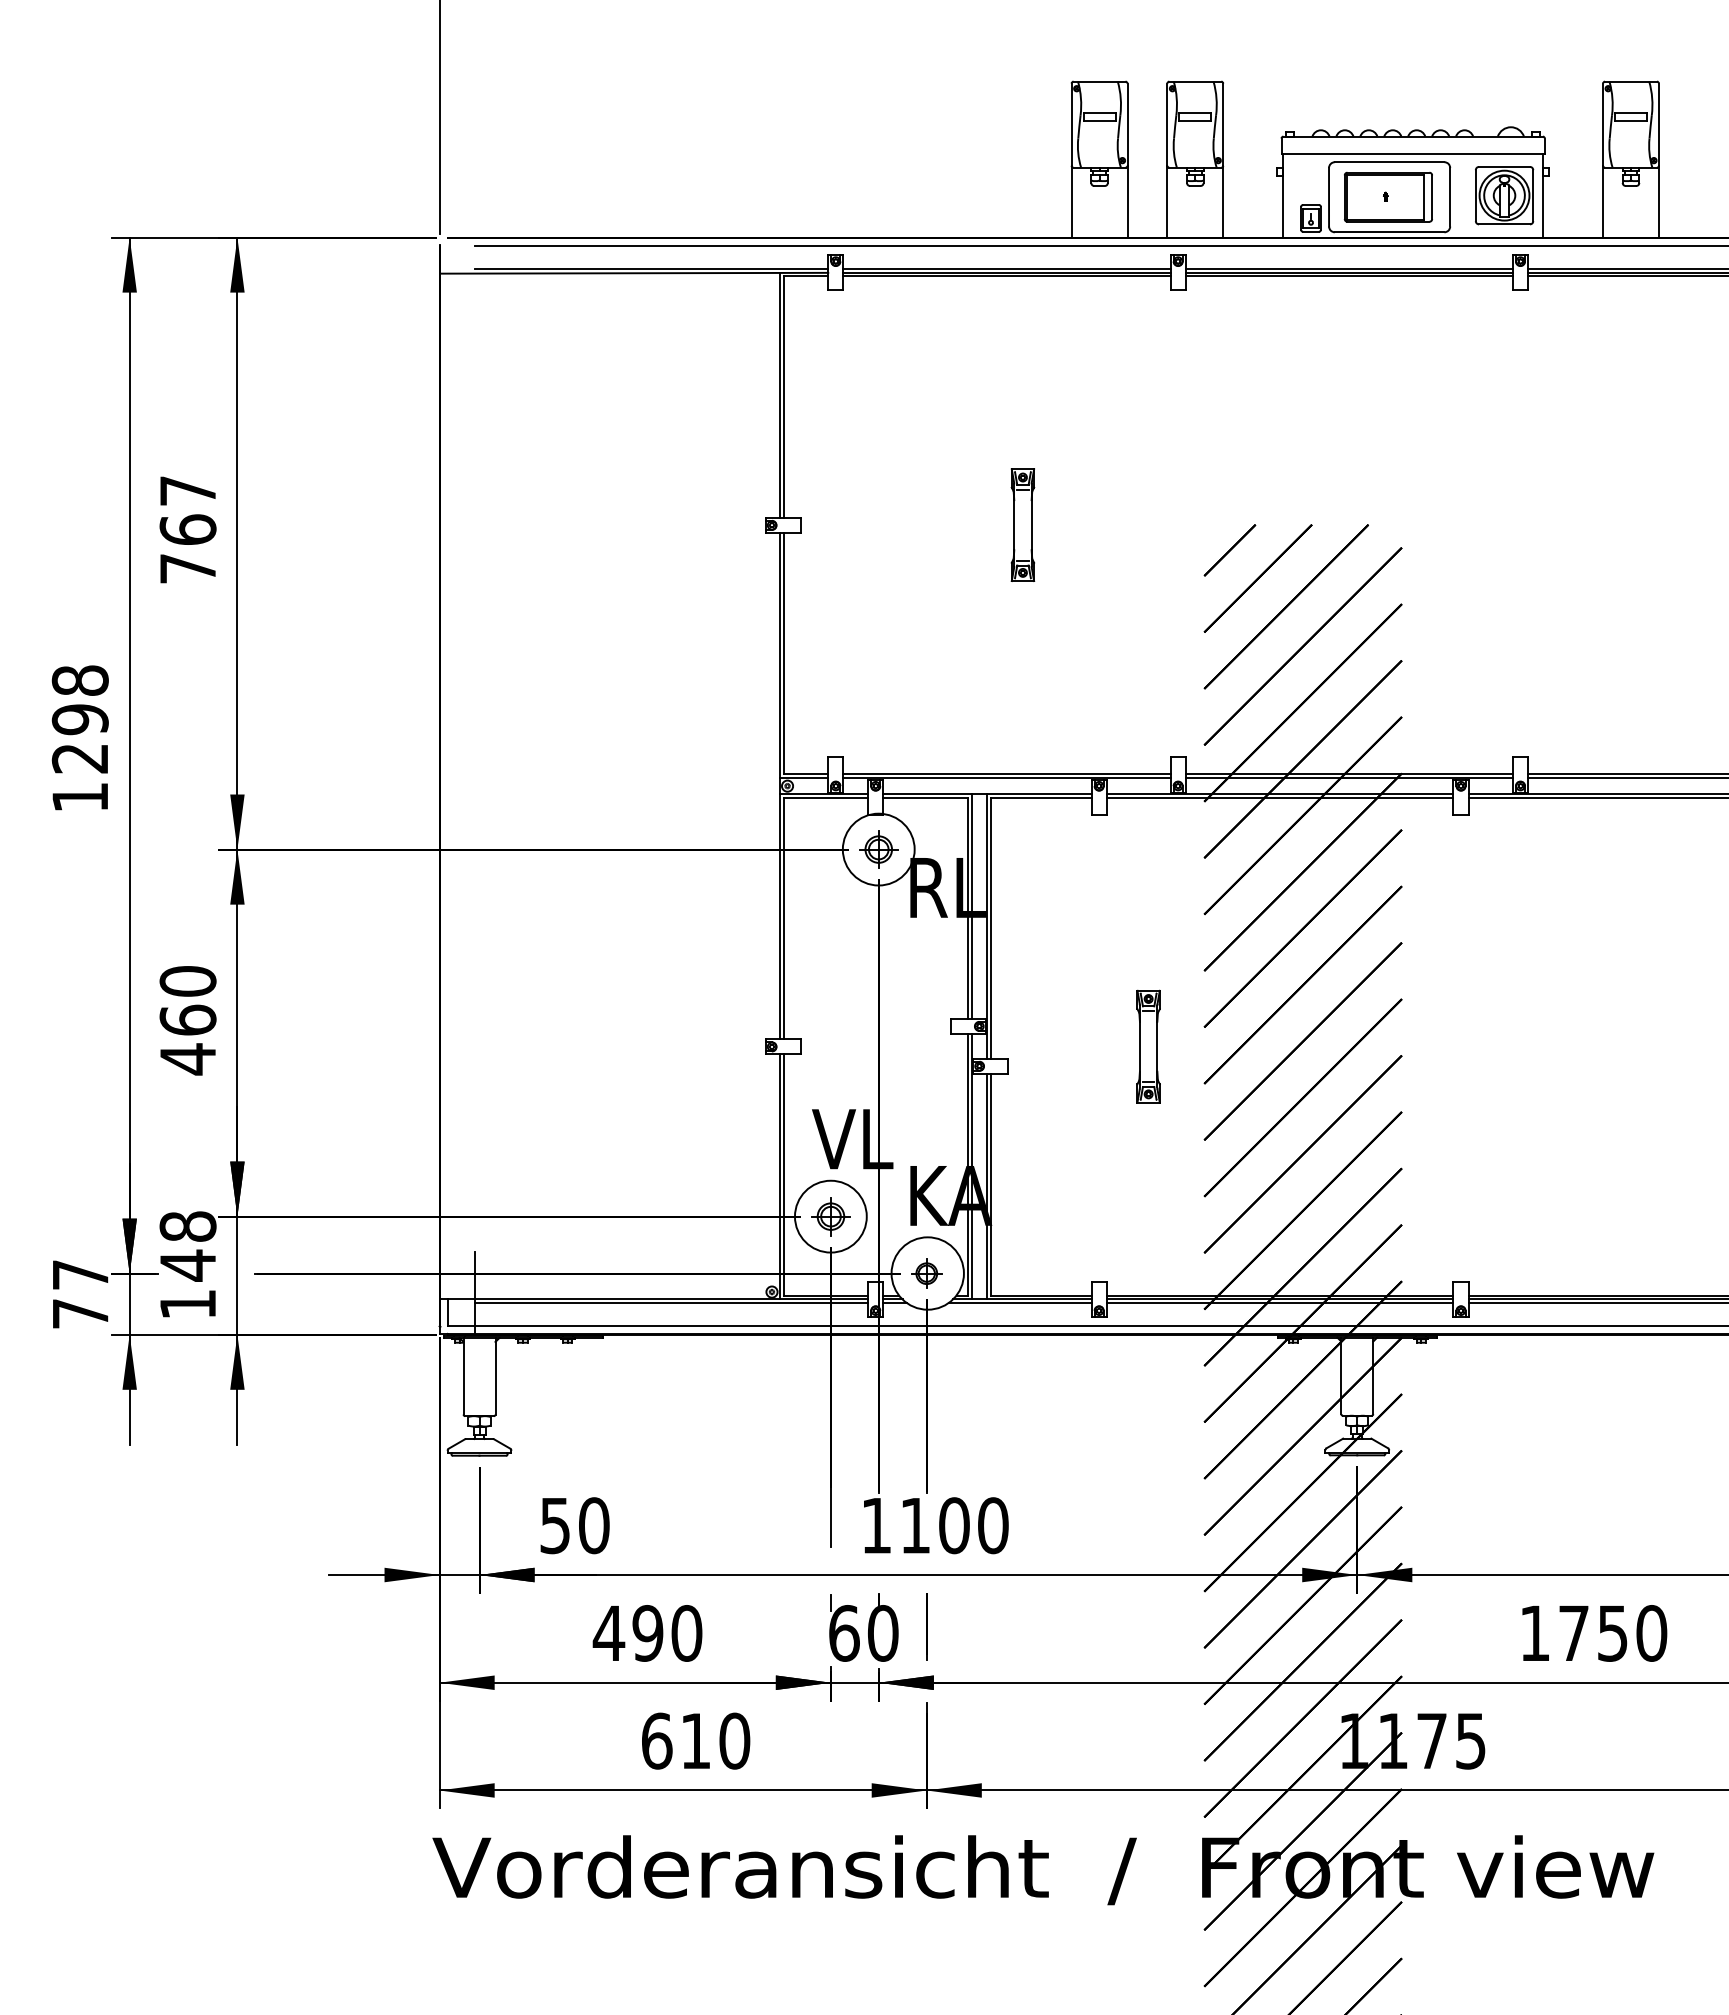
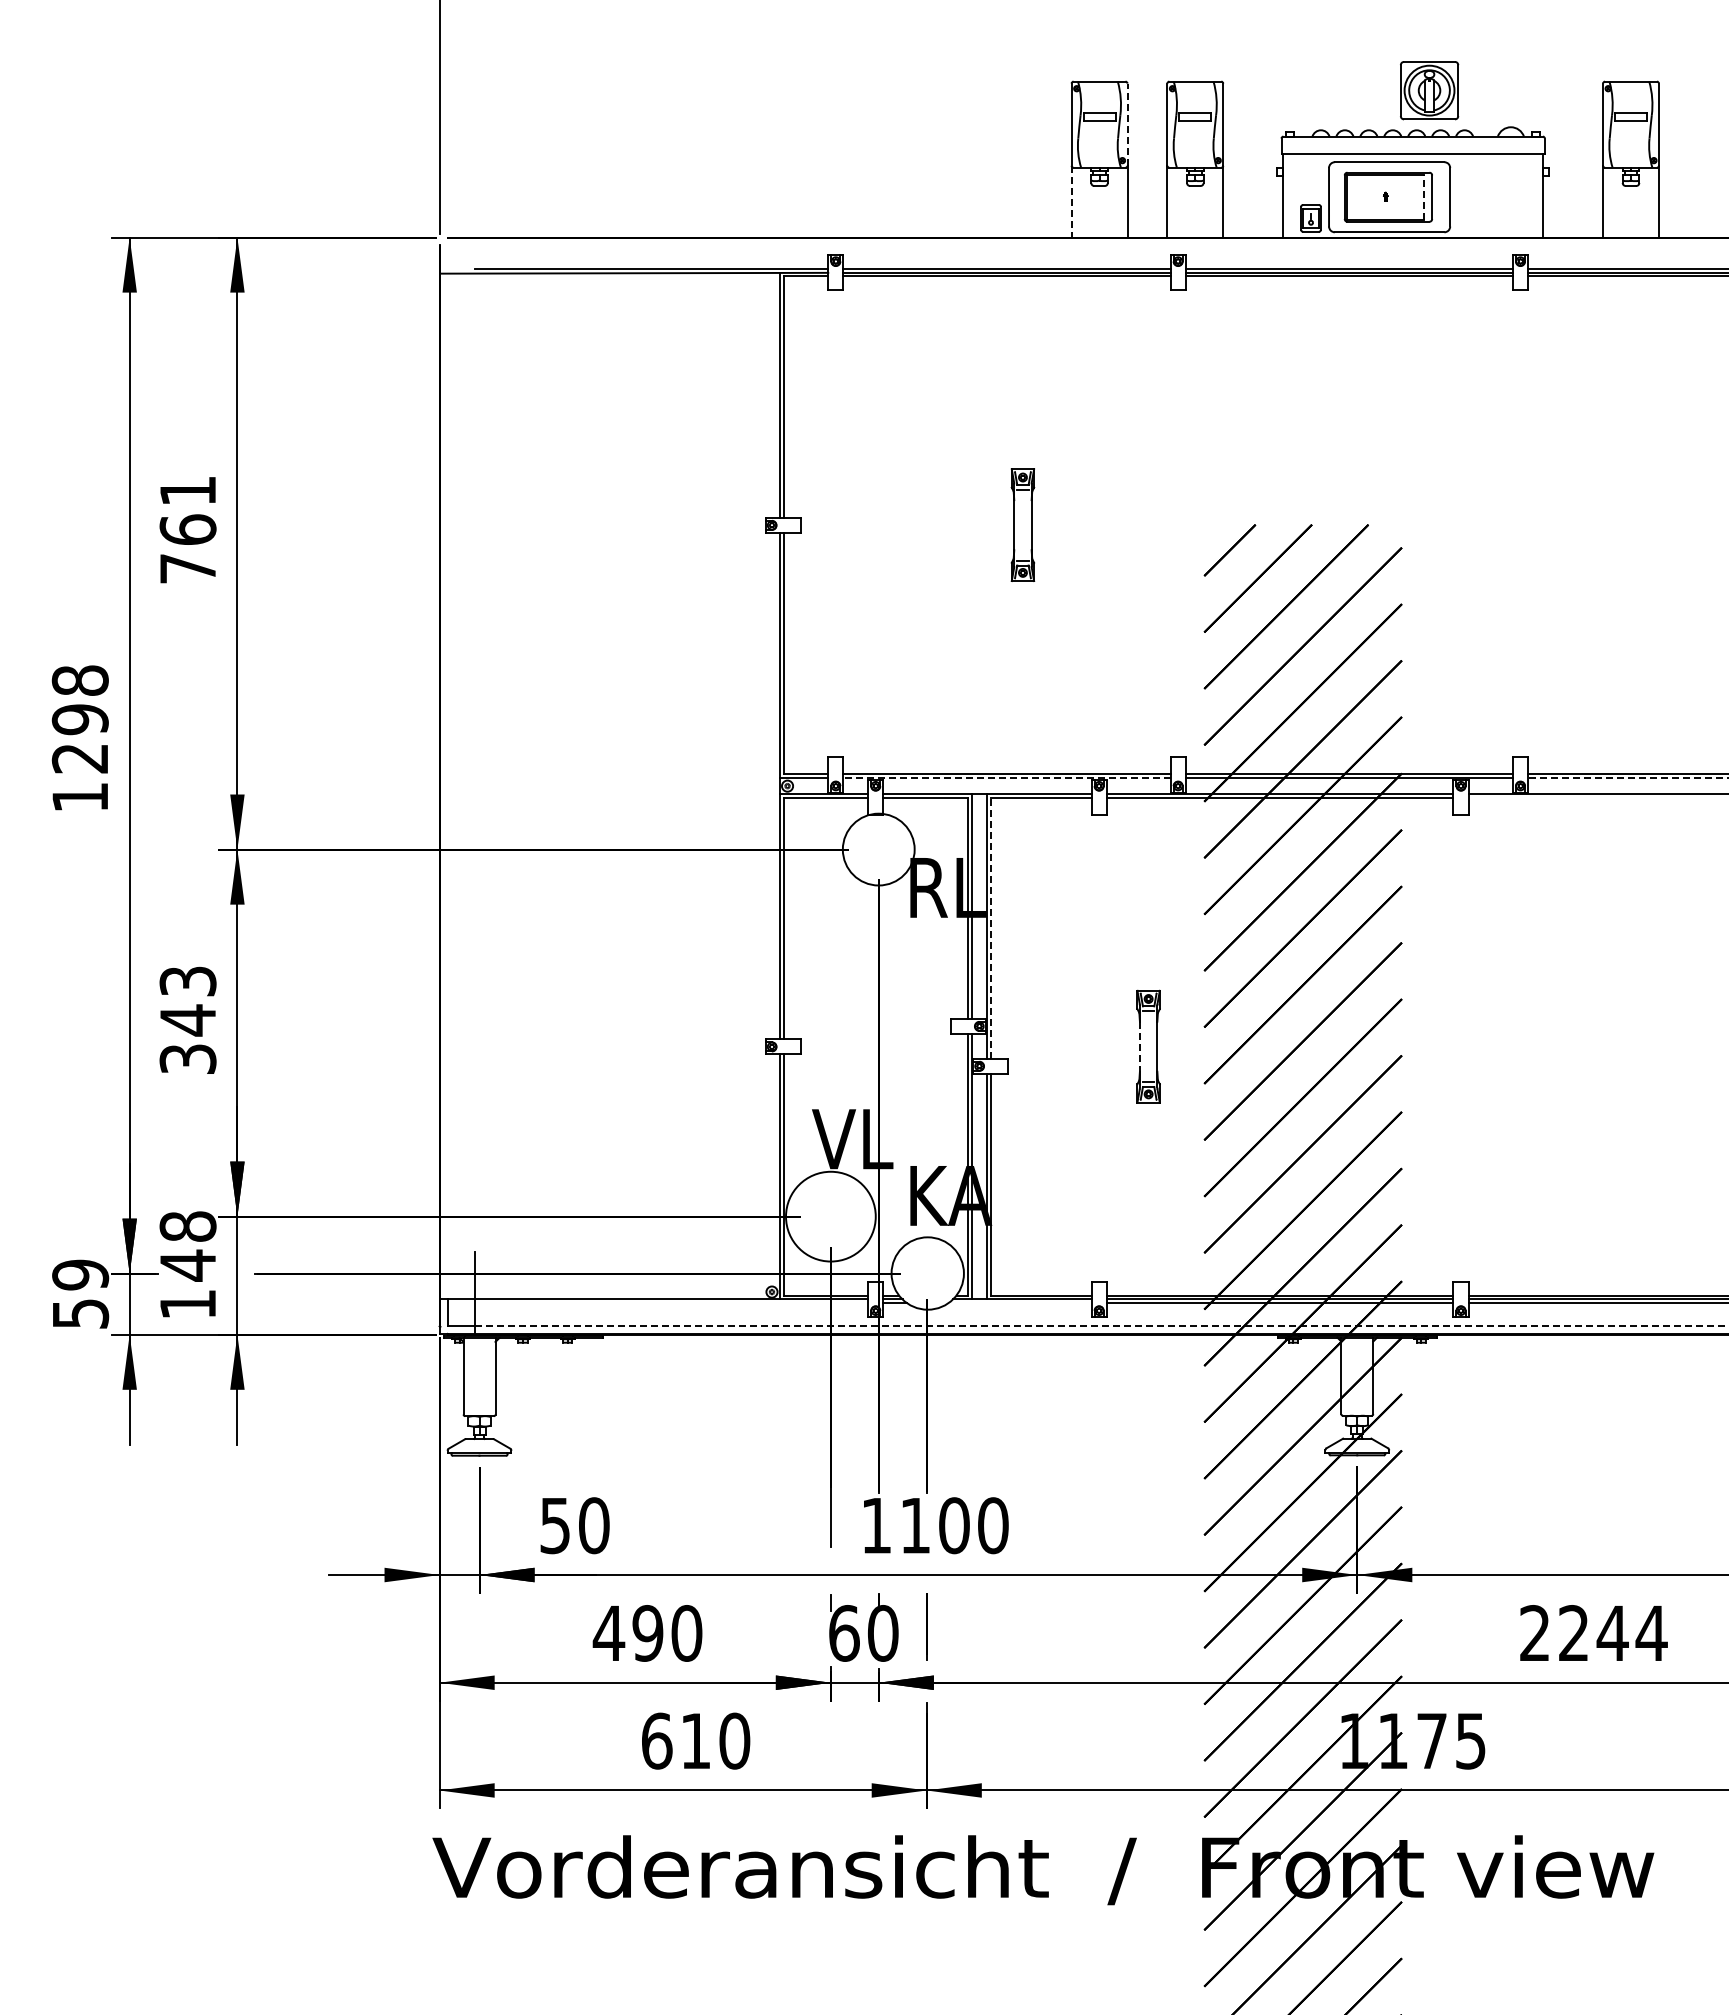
line at (1127, 124): solid -> dashed
part at (1504, 195) position: (1504, 195) -> (1429, 90)
line at (1424, 196): solid -> dashed
line at (1071, 201): solid -> dashed
line at (1099, 246): present -> none
text at (187, 490): 767 -> 761
line at (1007, 778): solid -> dashed
line at (1627, 778): solid -> dashed
line at (1596, 797): present -> none
part at (878, 849): present -> none
line at (991, 928): solid -> dashed
text at (187, 1020): 460 -> 343
line at (1139, 1047): solid -> dashed
circle at (830, 1216) diameter: 72 px -> 90 px
part at (830, 1216): present -> none
part at (926, 1273): present -> none
text at (80, 1293): 77 -> 59
line at (671, 1303): present -> none
line at (1019, 1303): present -> none
line at (1101, 1326): solid -> dashed
text at (1593, 1633): 1750 -> 2244
